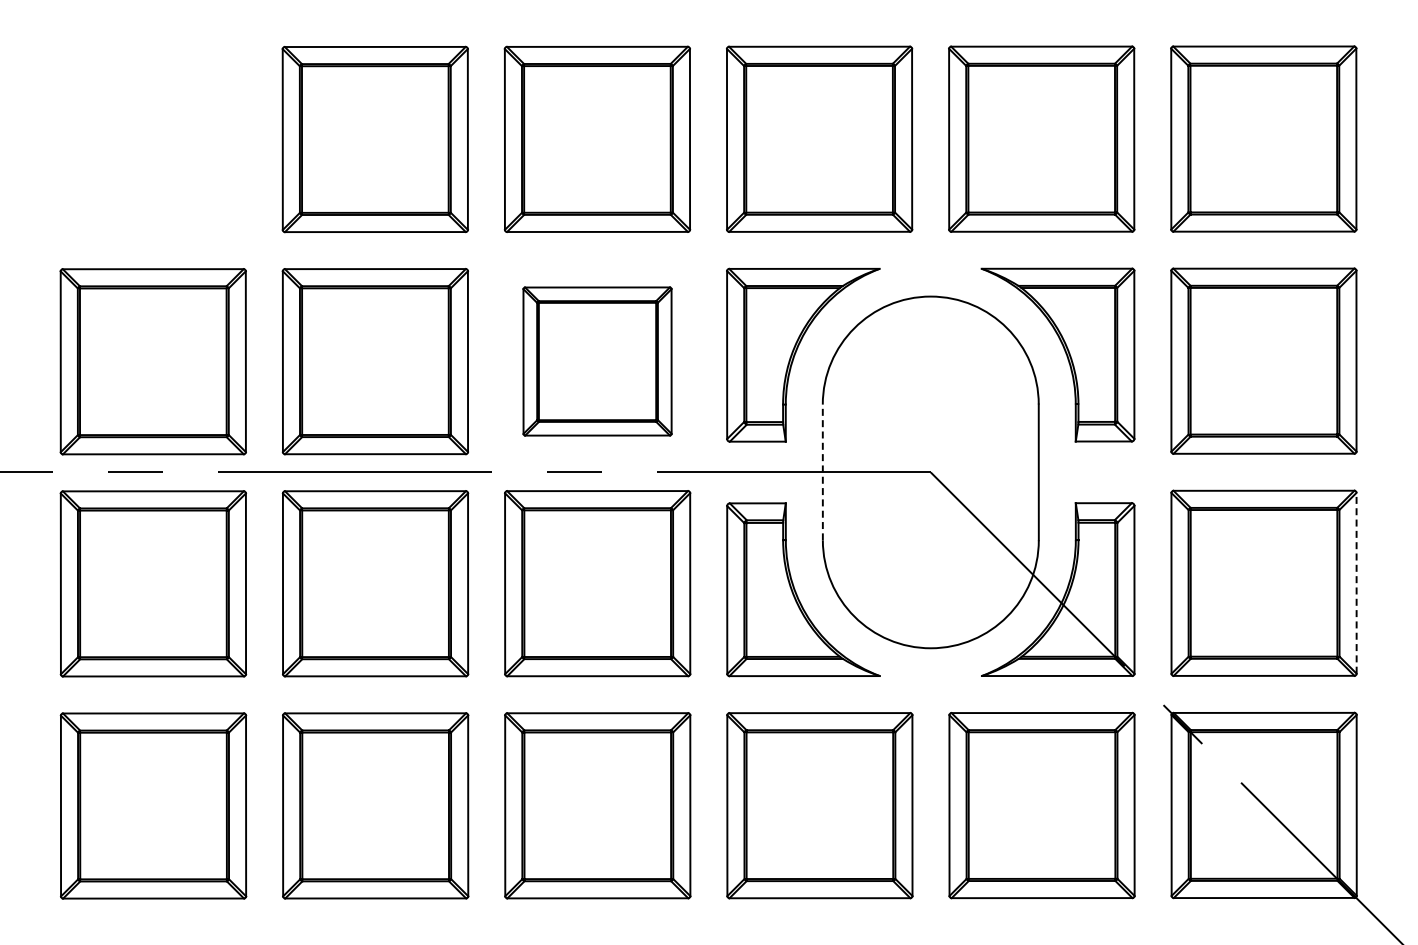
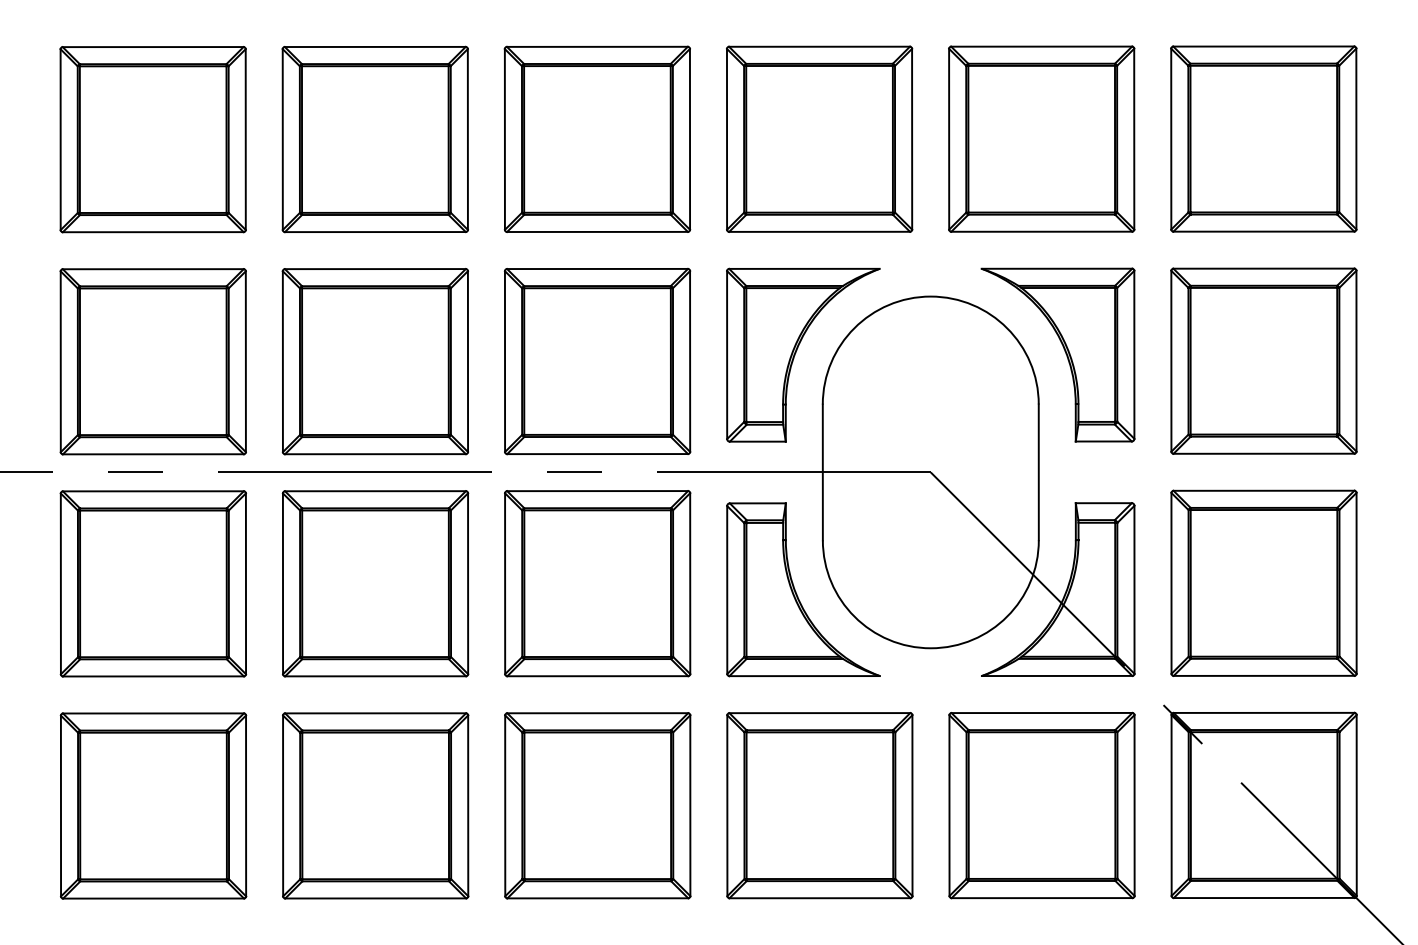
part at (152, 139): none -> present
part at (597, 361) size: 151x151 px -> 189x189 px
line at (822, 472): dashed -> solid
line at (1356, 582): dashed -> solid
